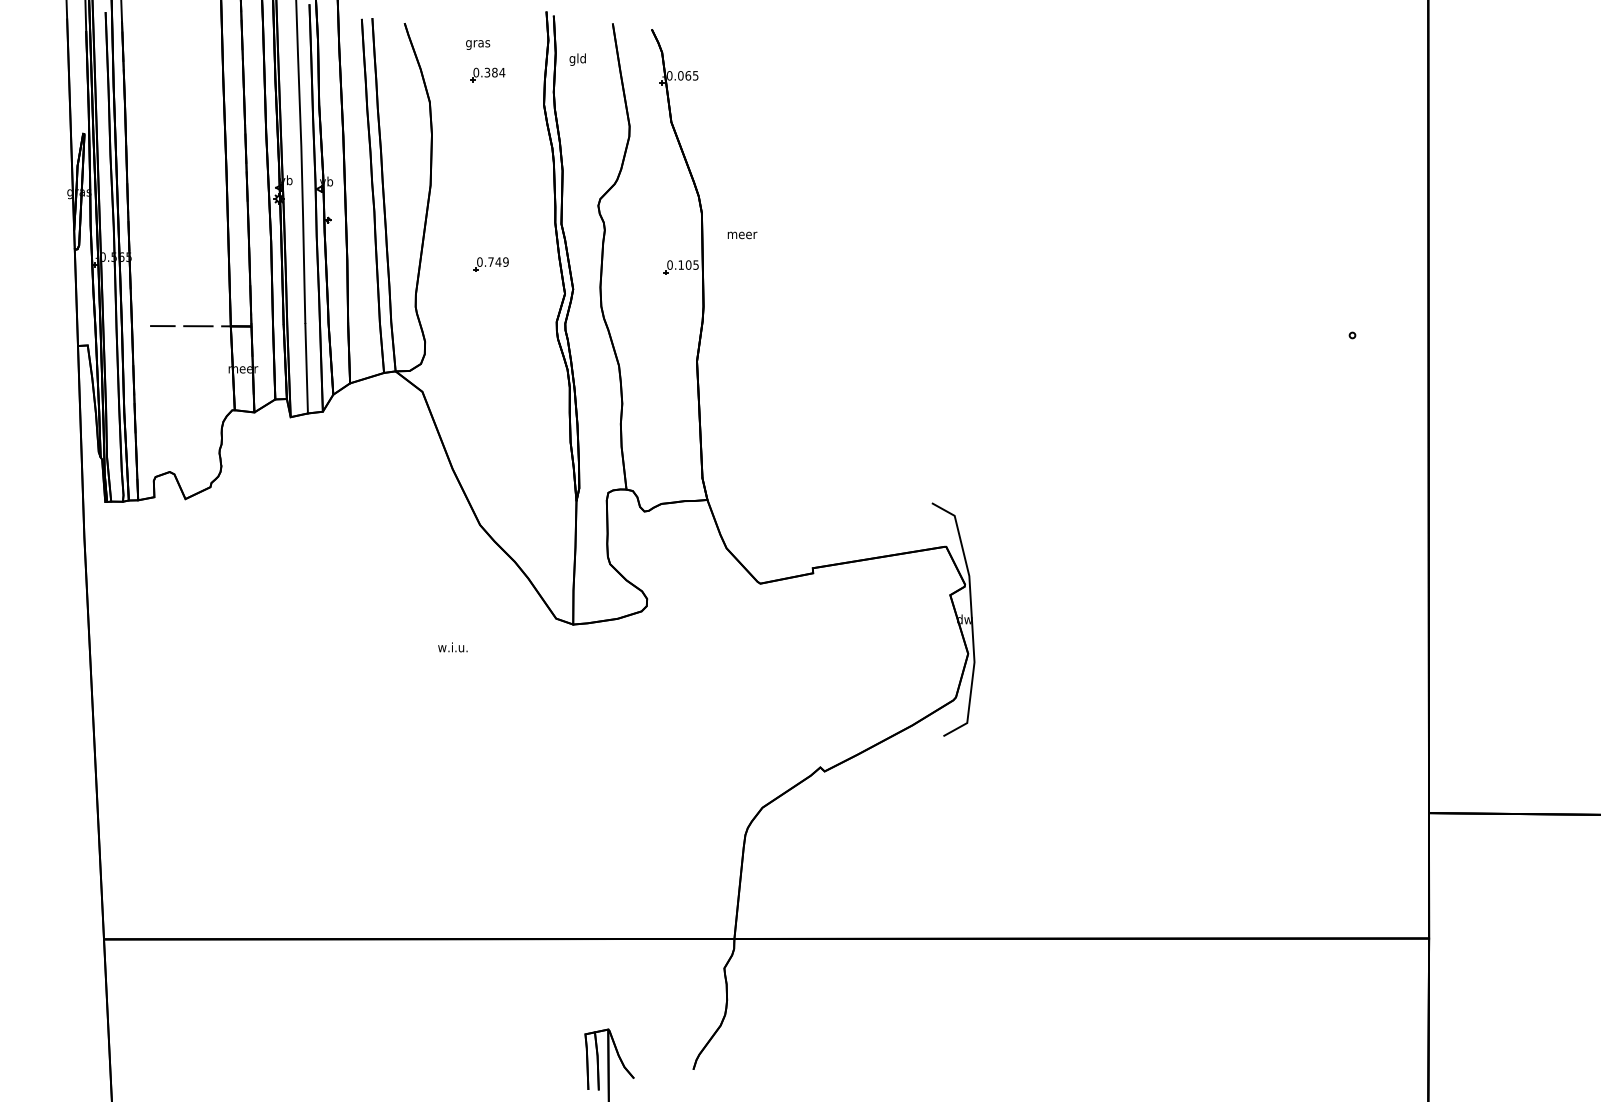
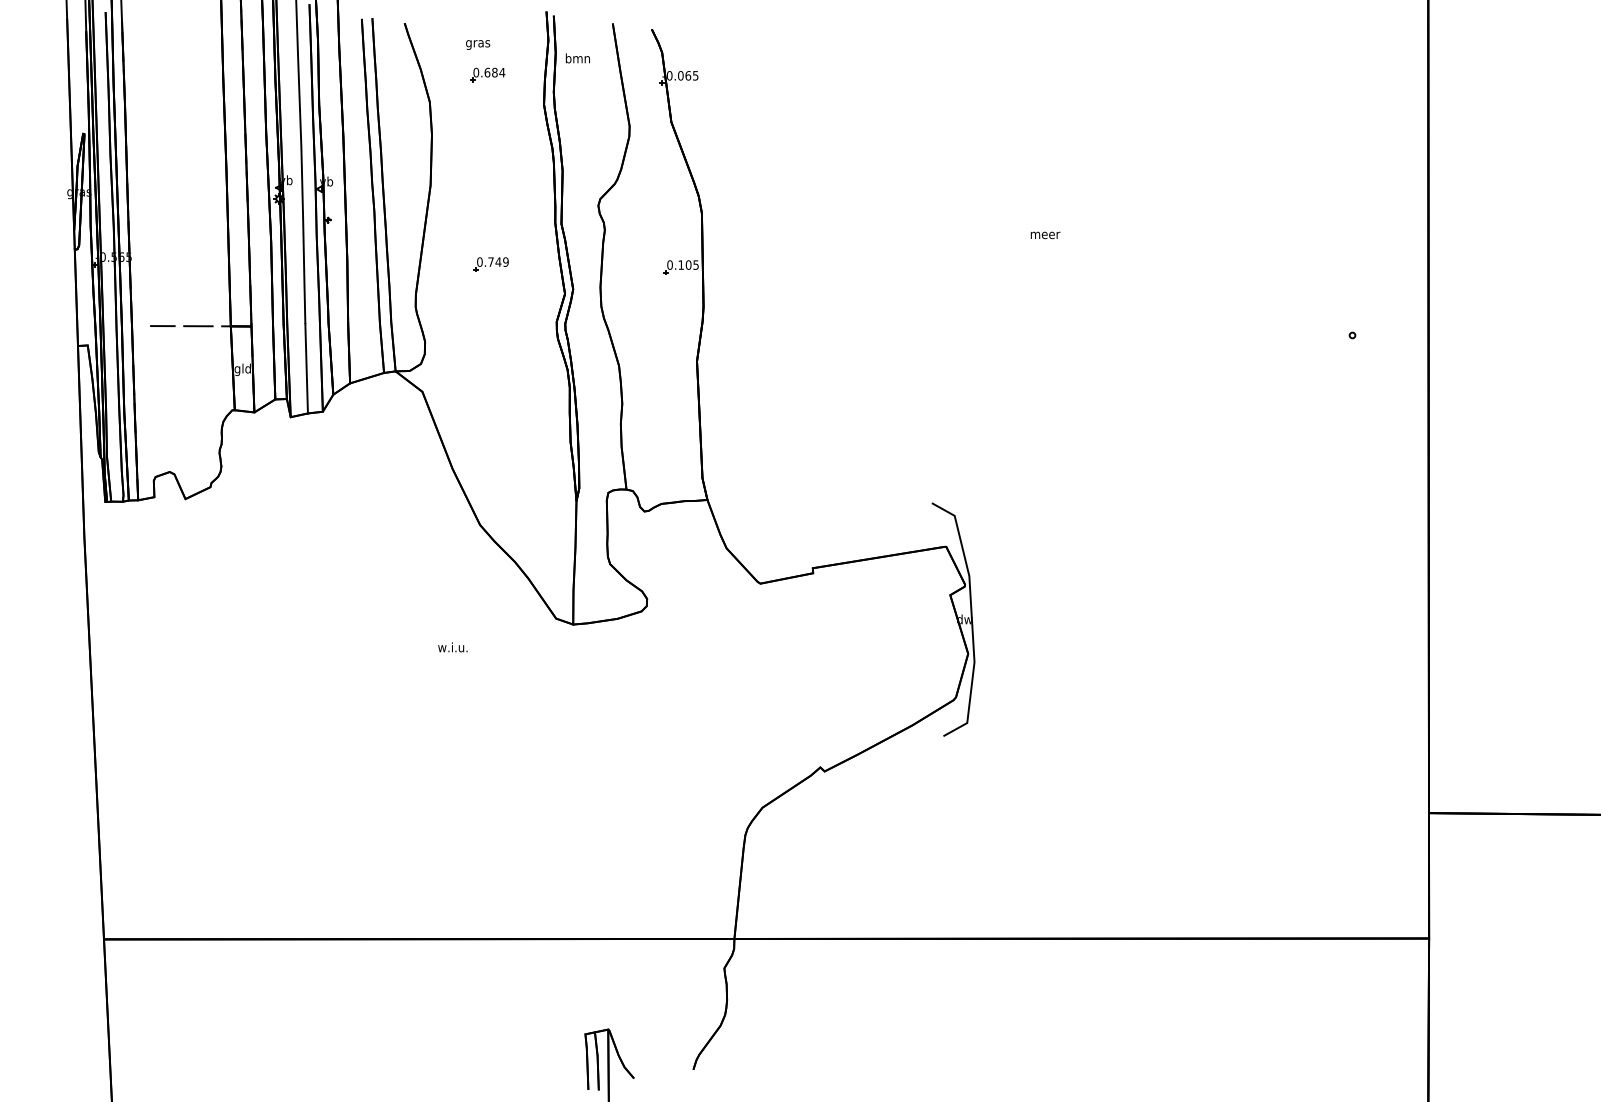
text at (577, 59): gld -> bmn
text at (487, 72): 0.384 -> 0.684
text at (742, 235) position: (742, 235) -> (1045, 235)
text at (243, 369): meer -> gld
